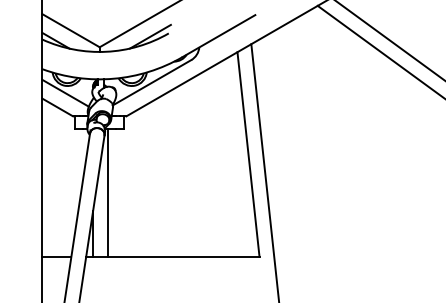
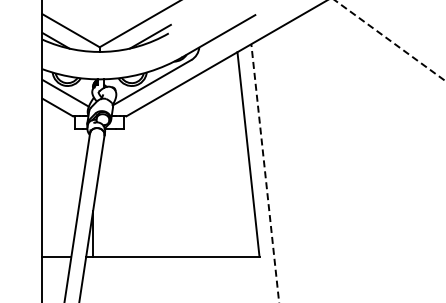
line at (389, 40): solid -> dashed
line at (379, 51): present -> none
line at (265, 173): solid -> dashed
line at (107, 192): present -> none
